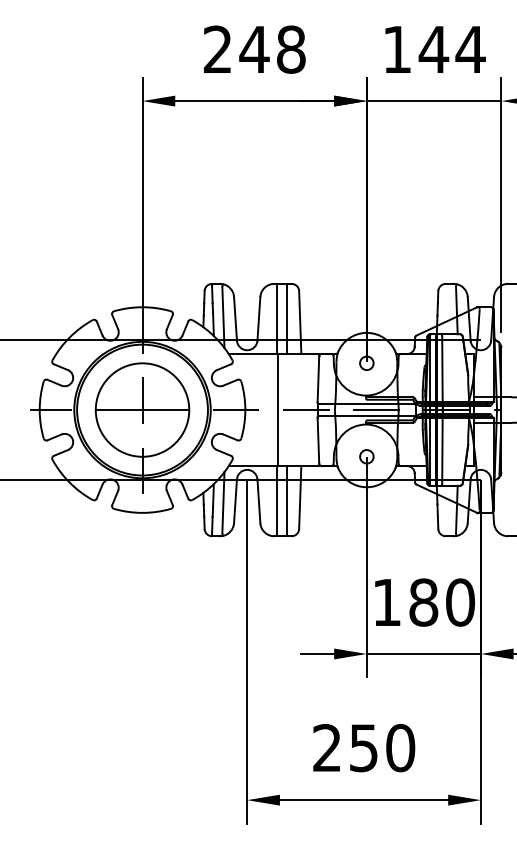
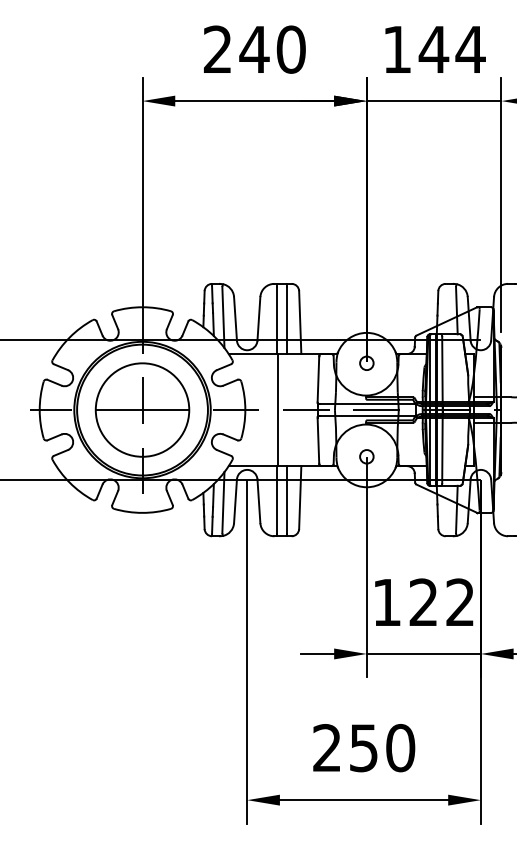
text at (290, 49): 248 -> 240
text at (441, 602): 180 -> 122
